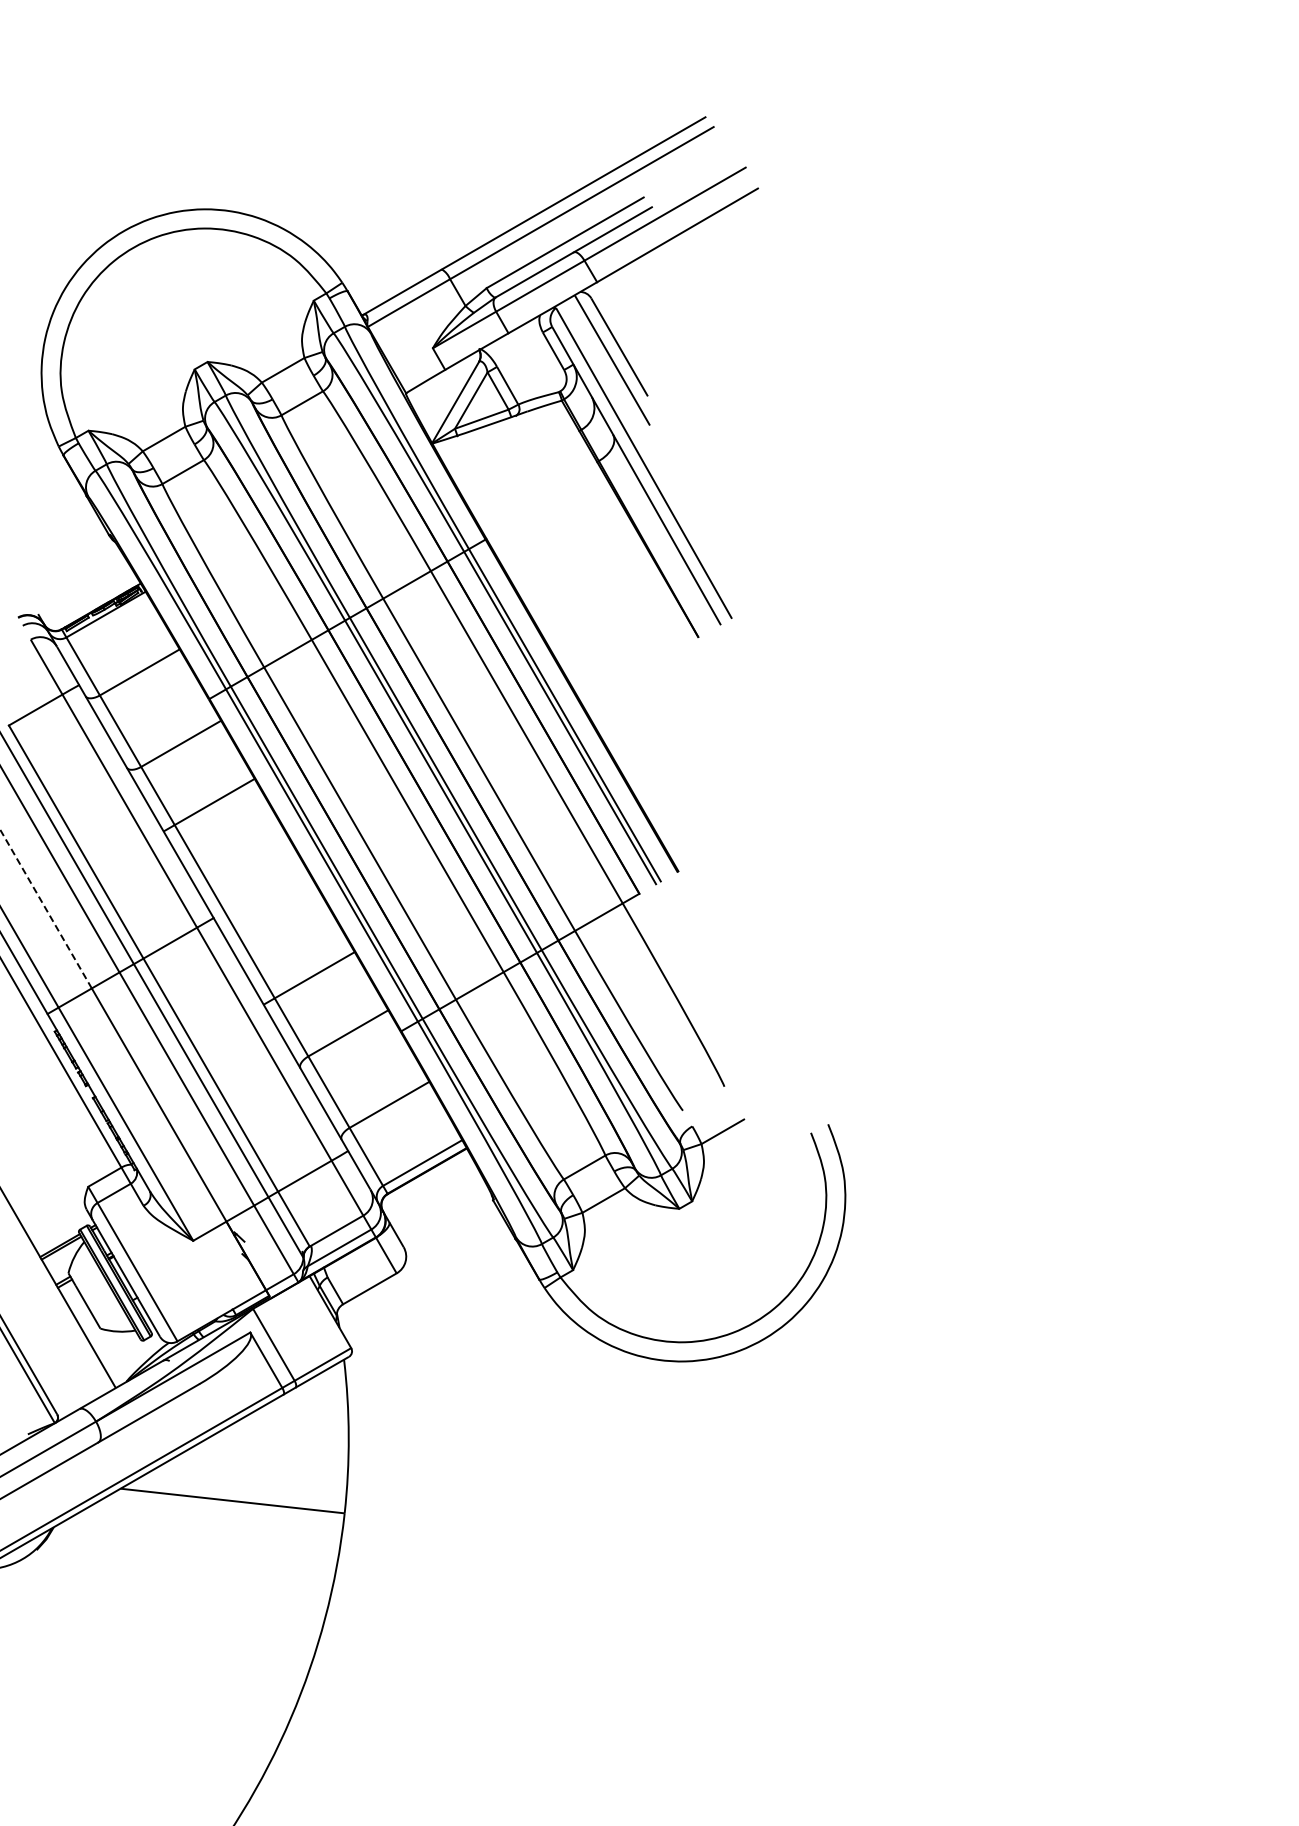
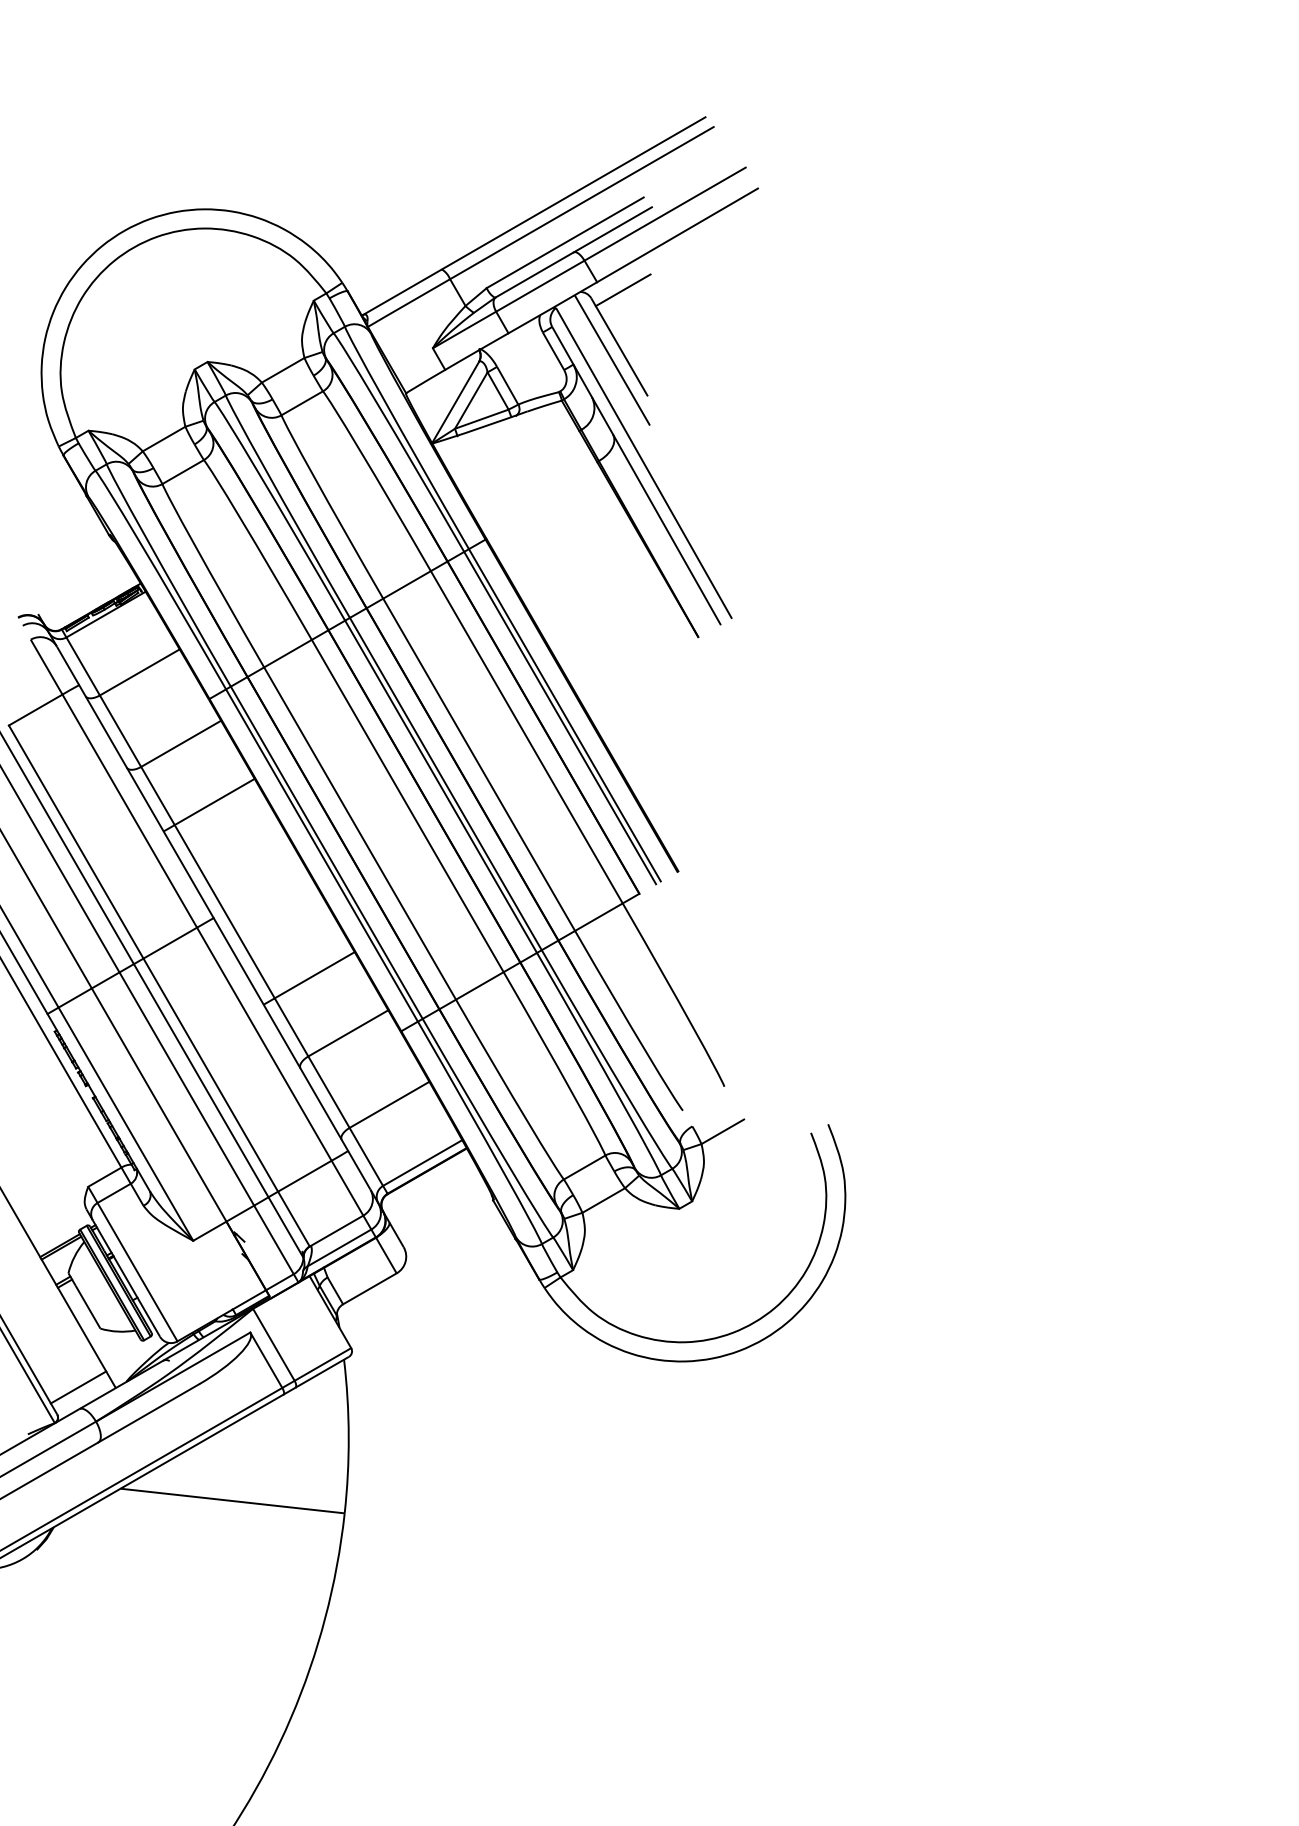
line at (622, 290): none -> present
line at (45, 908): dashed -> solid
line at (78, 1387): none -> present
